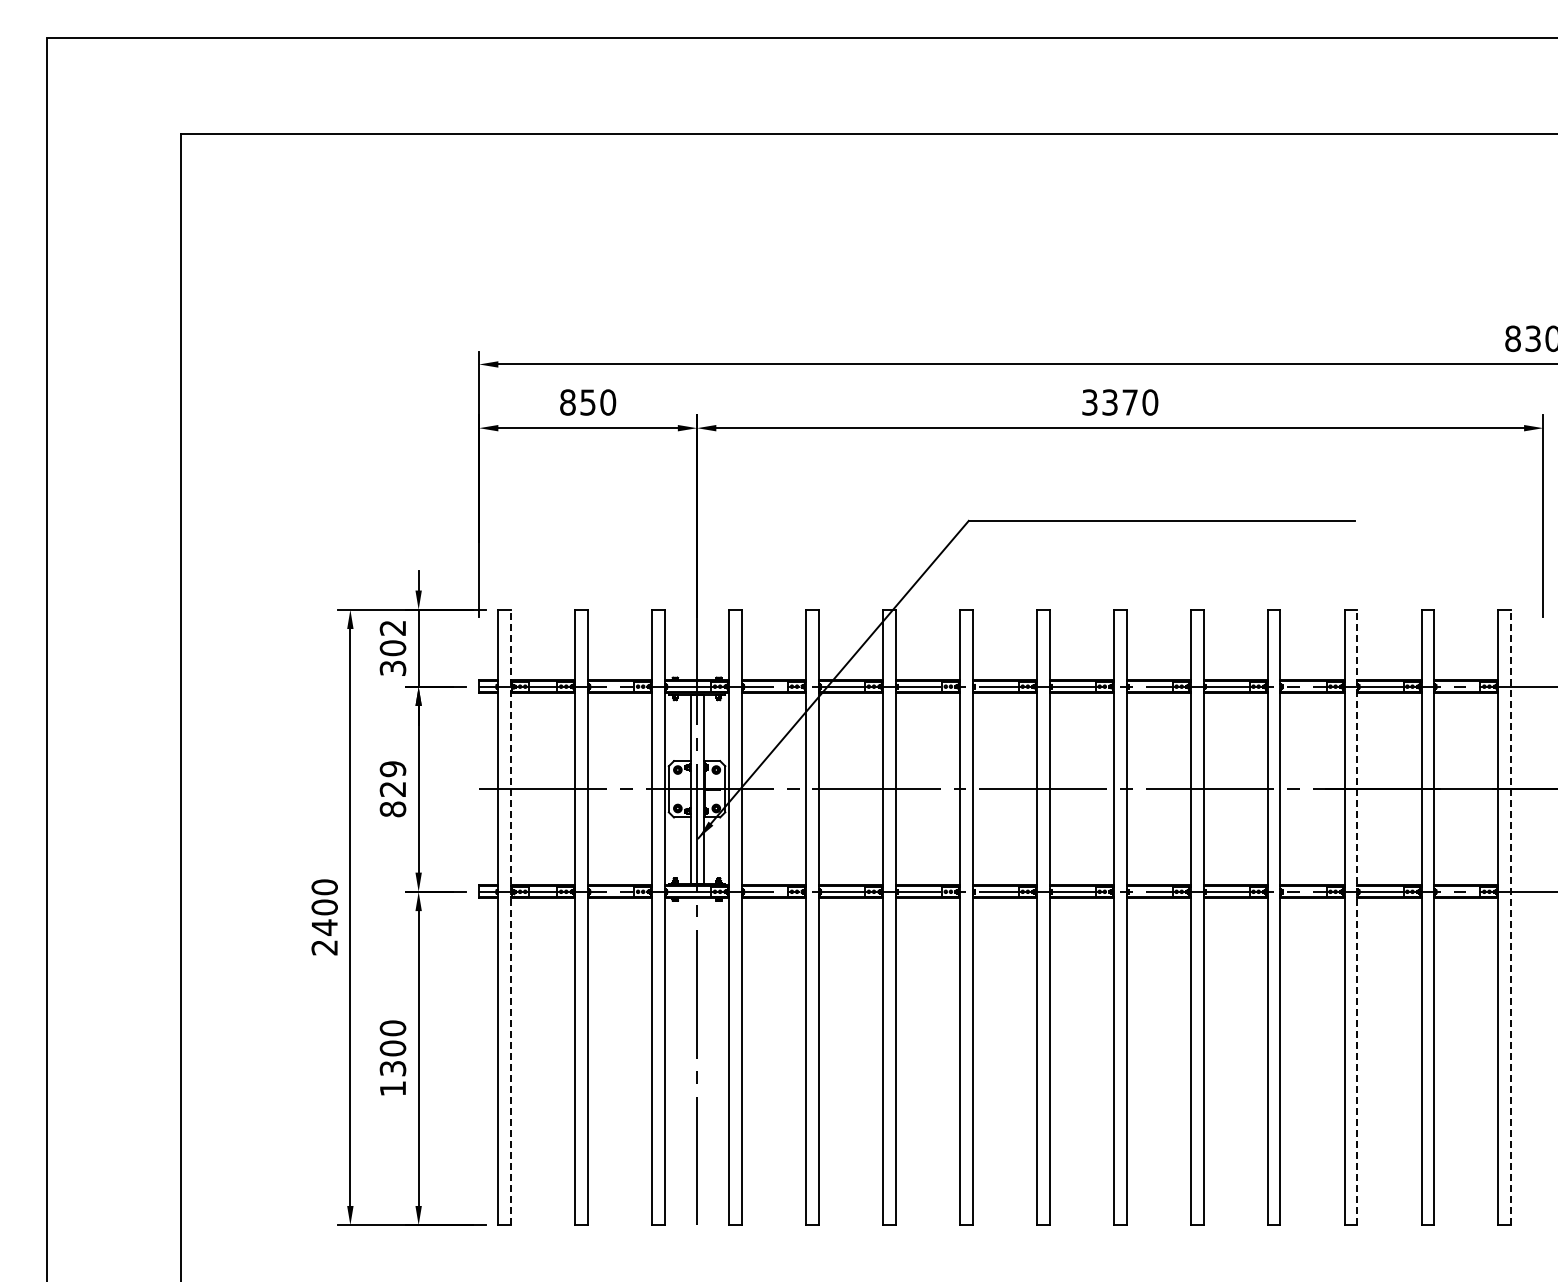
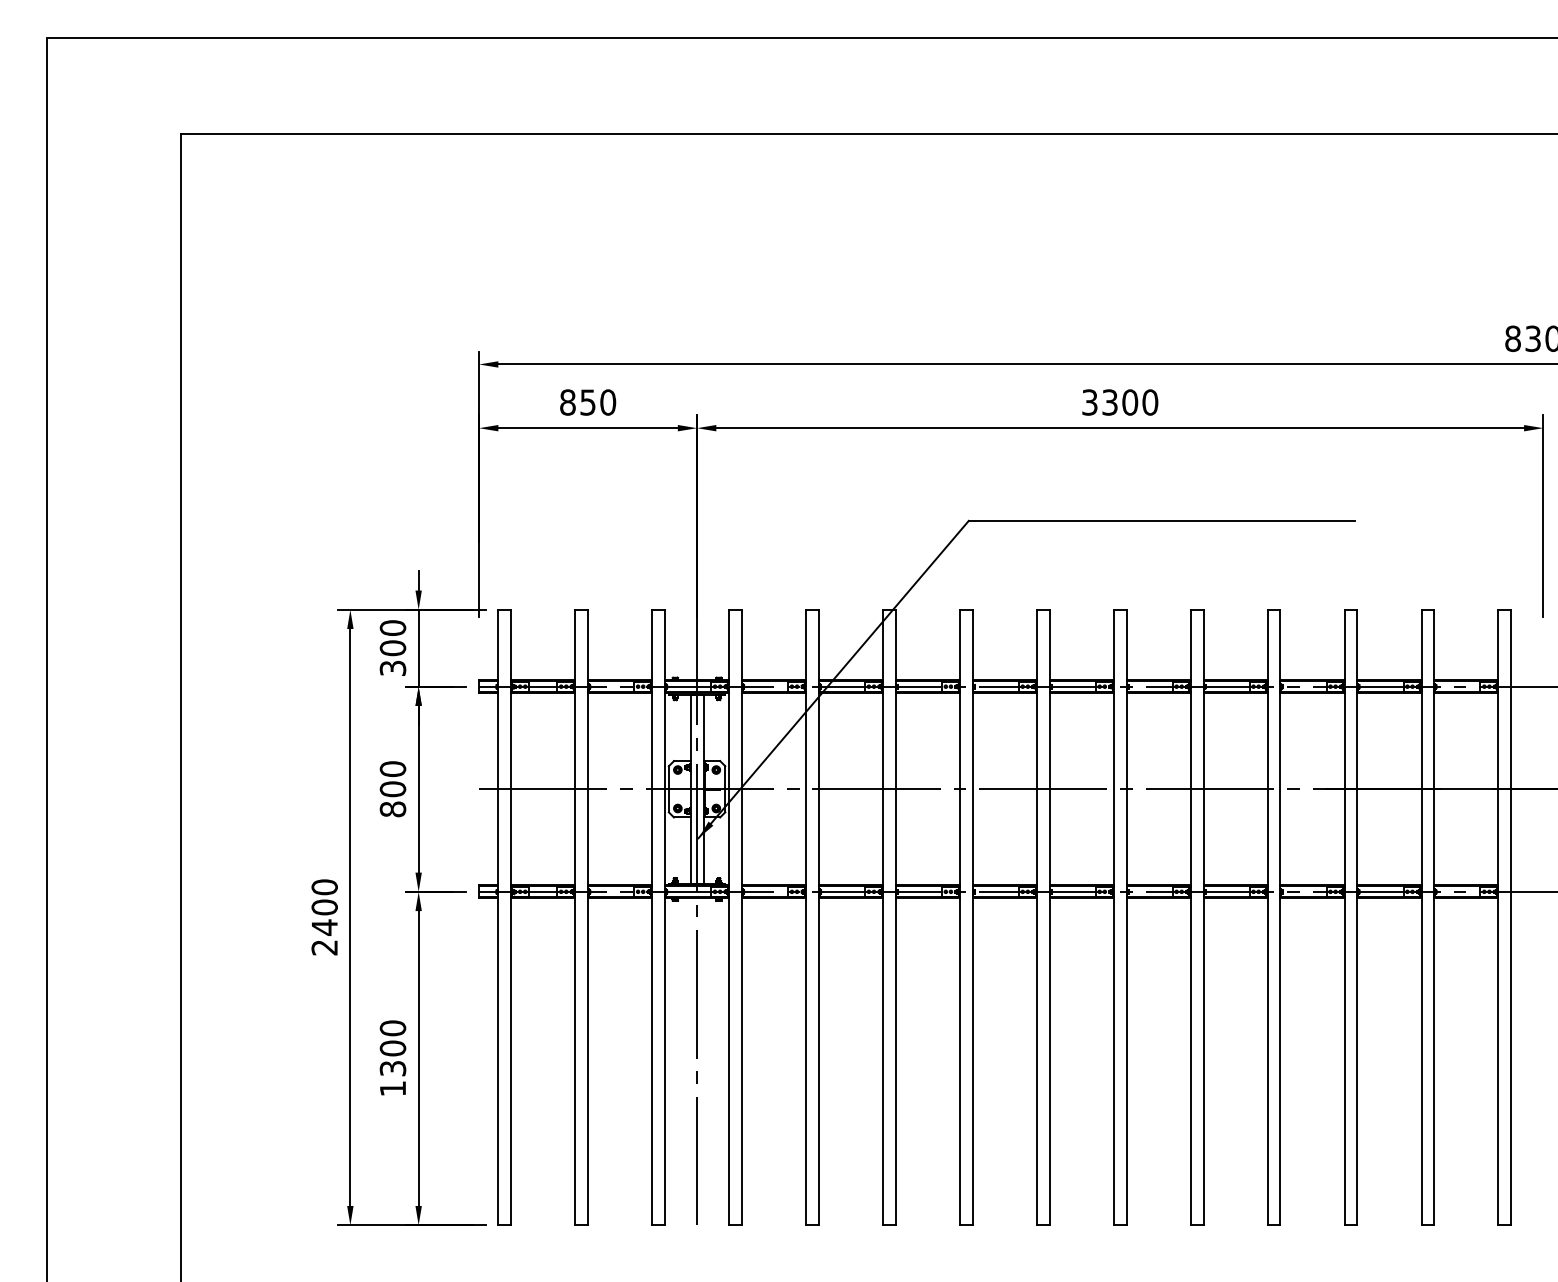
text at (1130, 402): 3370 -> 3300
text at (392, 627): 302 -> 300
text at (392, 779): 829 -> 800
line at (511, 917): dashed -> solid
line at (1357, 917): dashed -> solid
line at (1511, 917): dashed -> solid
